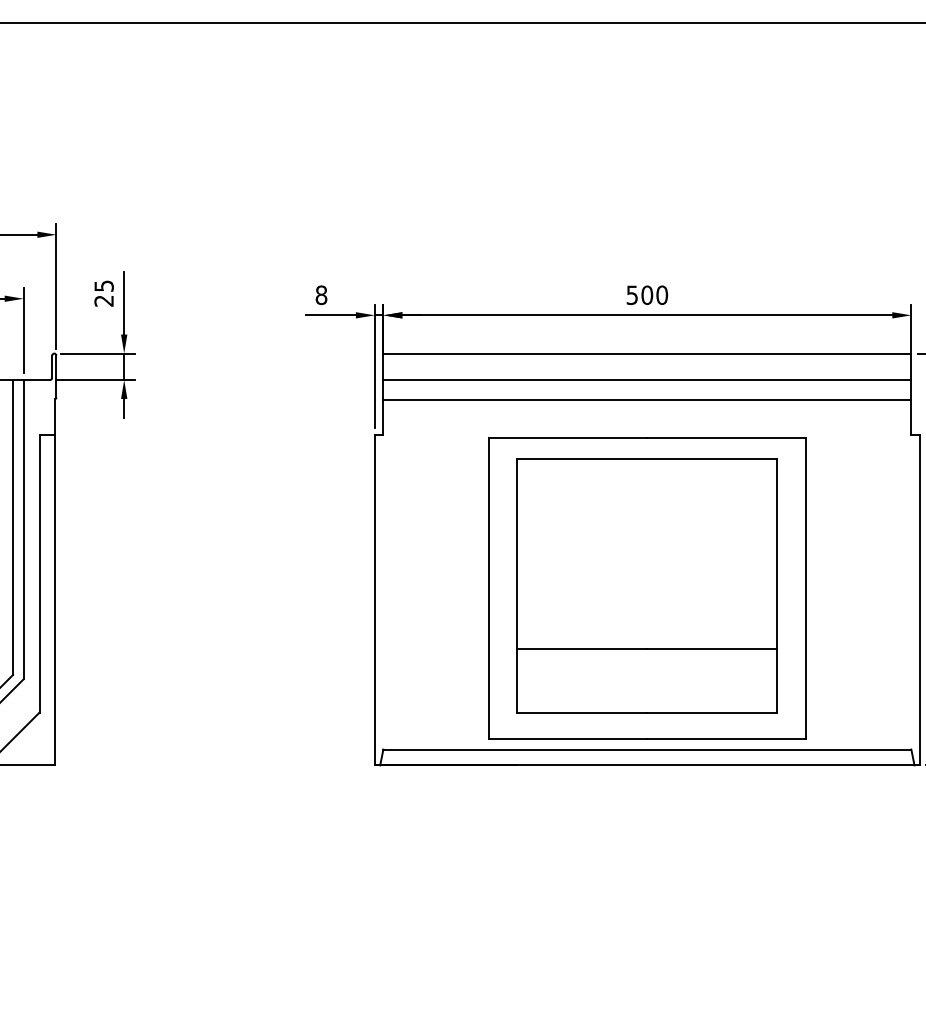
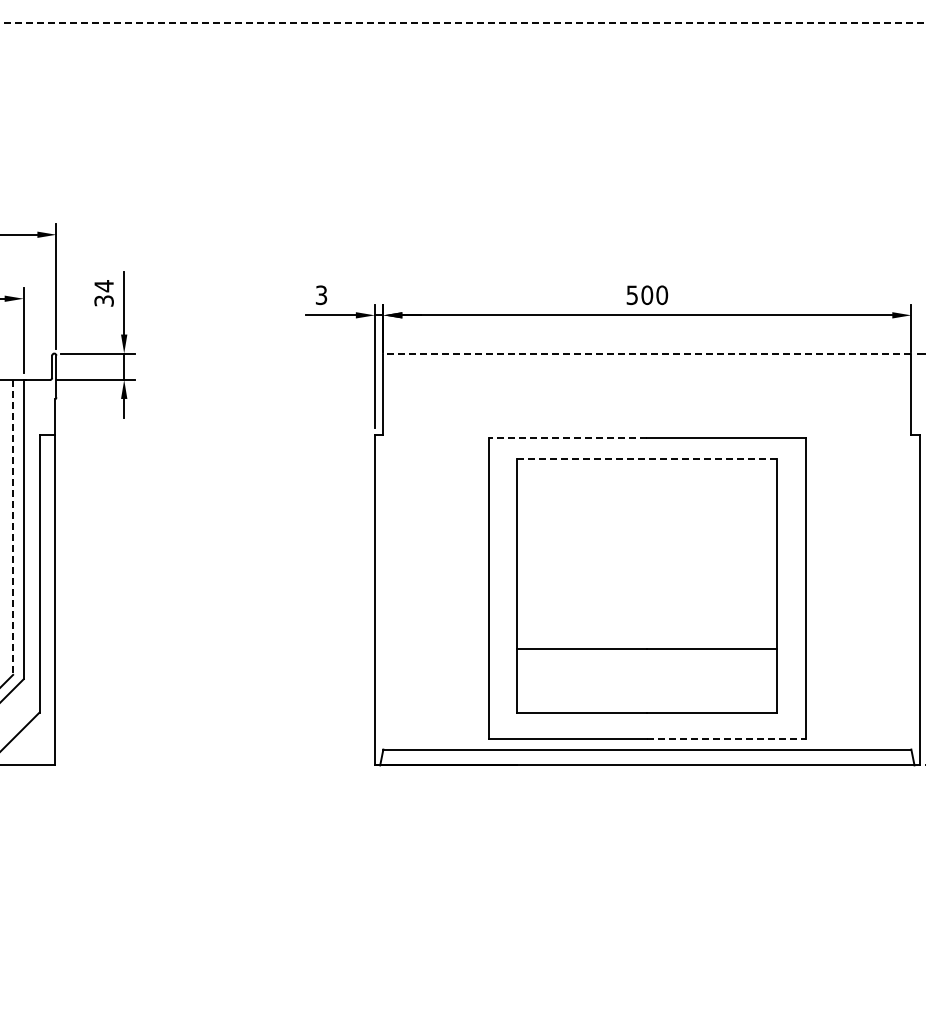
line at (463, 23): solid -> dashed
text at (103, 293): 25 -> 34
text at (321, 294): 8 -> 3
line at (647, 353): solid -> dashed
line at (647, 379): present -> none
line at (647, 399): present -> none
line at (567, 438): solid -> dashed
line at (647, 459): solid -> dashed
line at (13, 527): solid -> dashed
line at (727, 739): solid -> dashed
